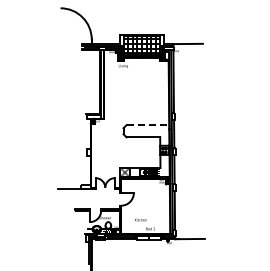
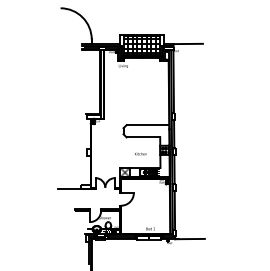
line at (148, 125): dashed -> solid
text at (140, 220) position: (140, 220) -> (140, 154)
